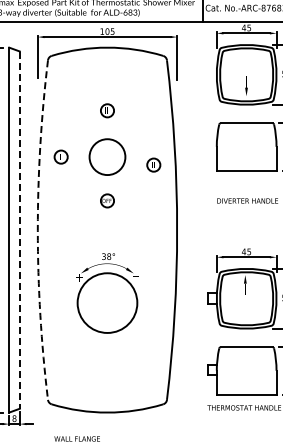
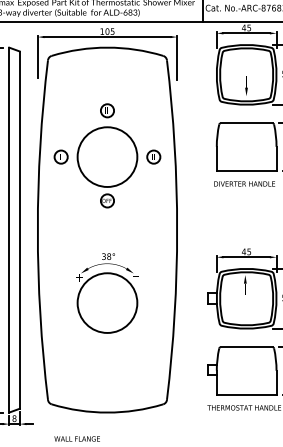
circle at (107, 157) diameter: 36 px -> 60 px
part at (153, 164) position: (153, 164) -> (153, 156)
text at (247, 200) position: (247, 200) -> (244, 183)
line at (19, 230): dashed -> solid
arc at (37, 230): dashed -> solid
